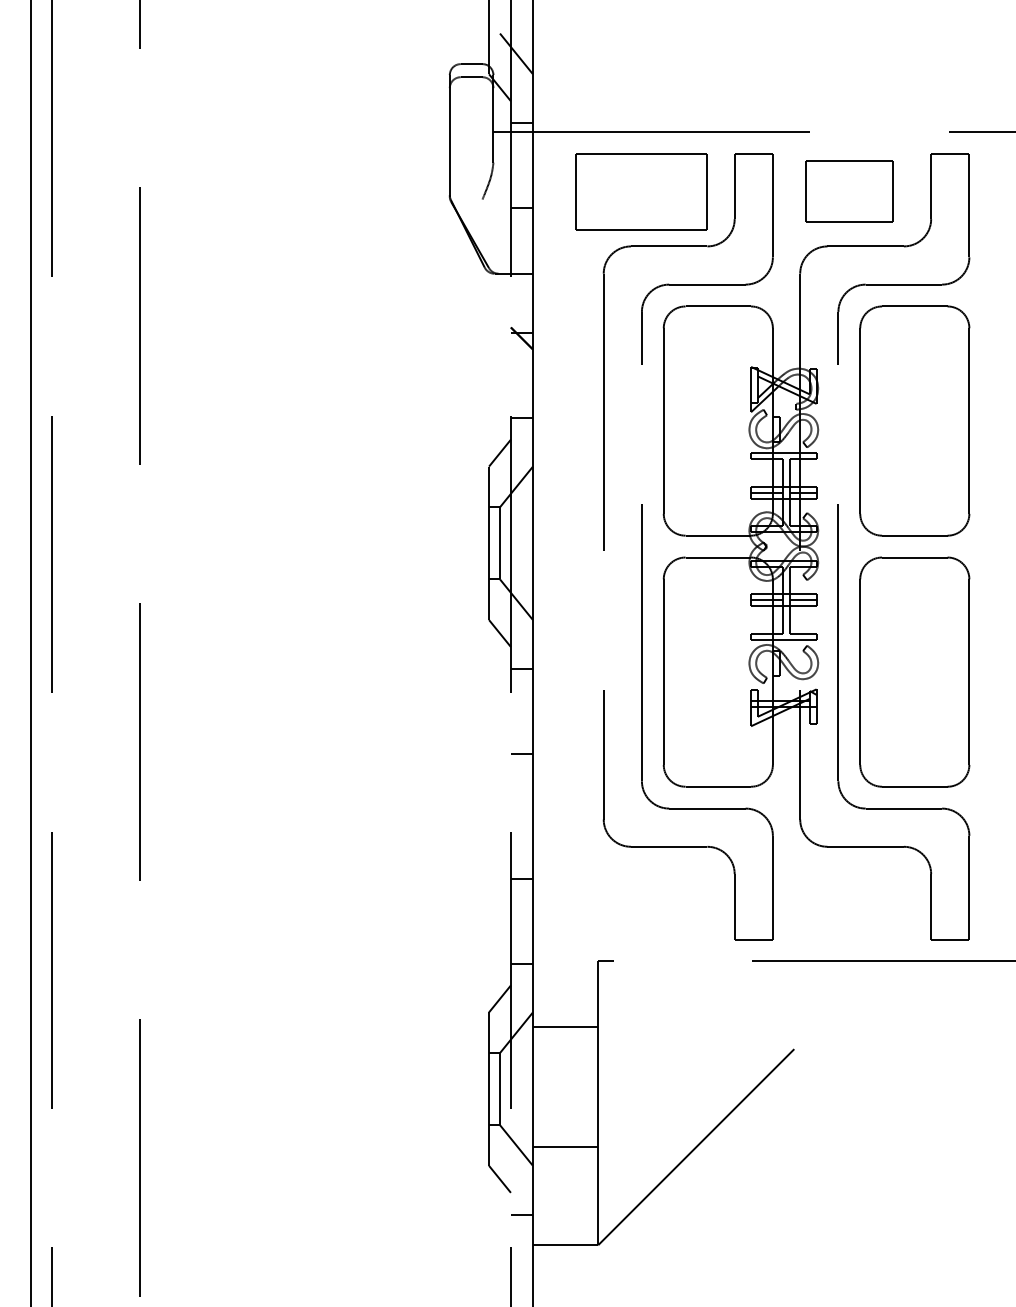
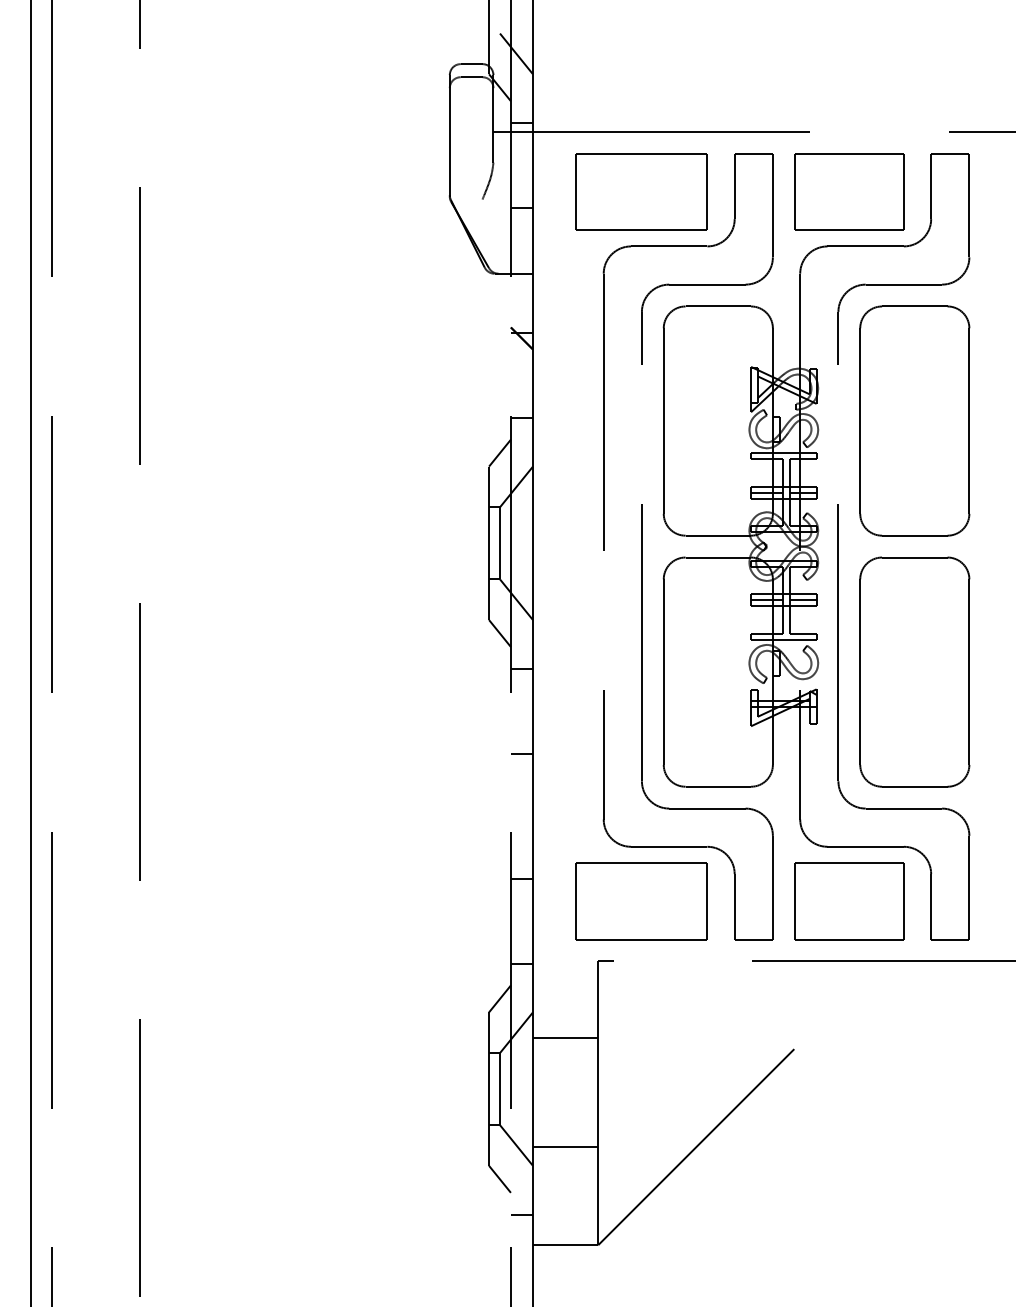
part at (849, 191) size: 89x63 px -> 111x78 px
part at (641, 901): none -> present
part at (849, 901): none -> present
line at (565, 1026) position: (565, 1026) -> (565, 1037)
